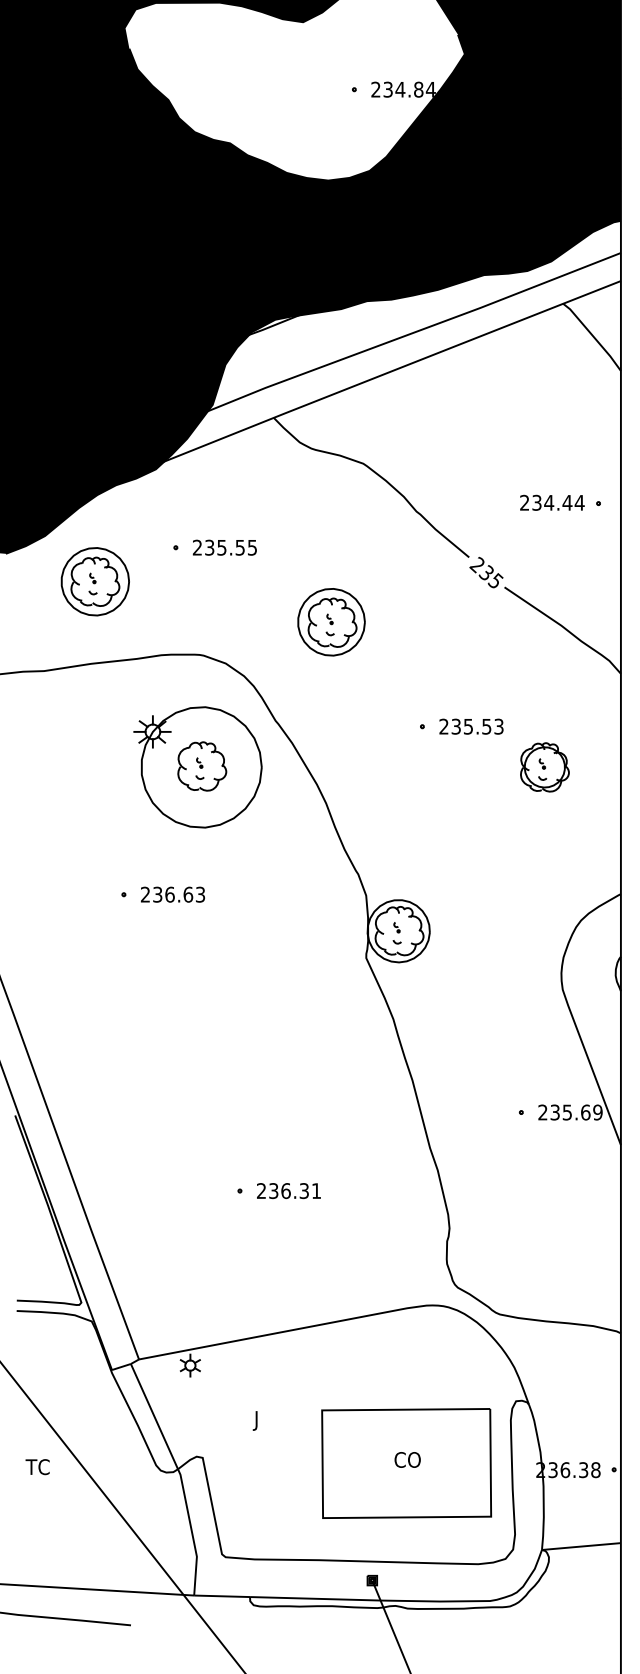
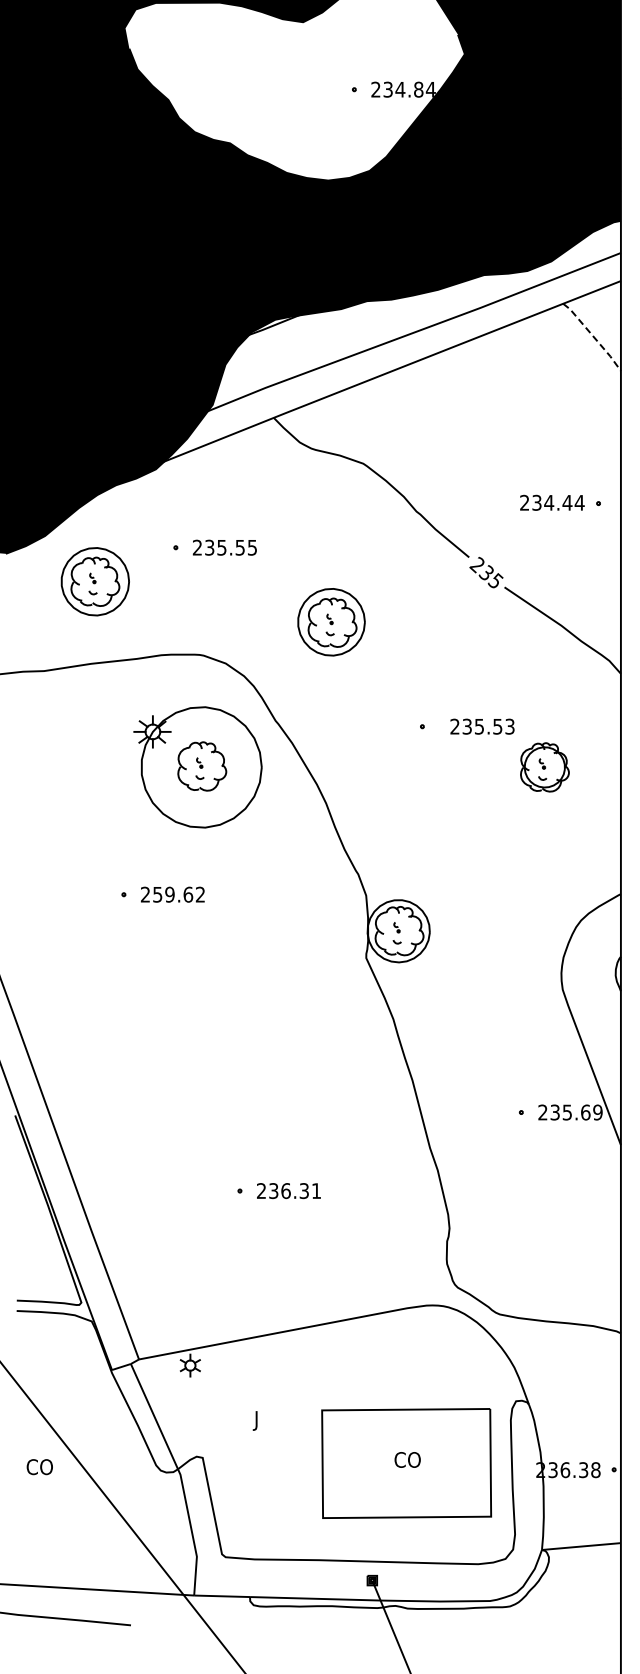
line at (593, 336): solid -> dashed
text at (471, 726) position: (471, 726) -> (482, 726)
text at (179, 894): 236.63 -> 259.62
text at (38, 1467): TC -> CO
